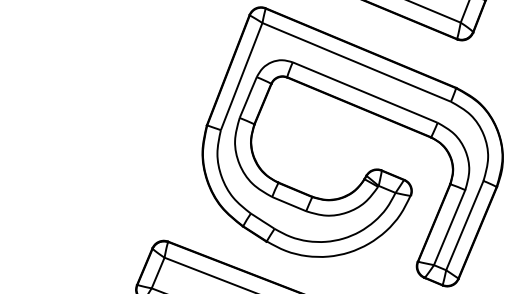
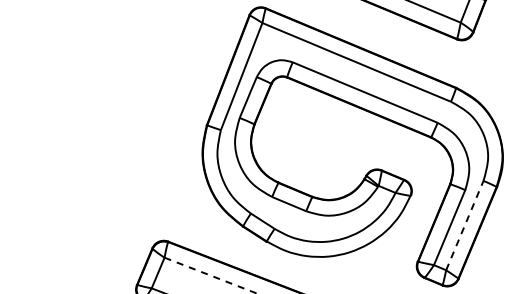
line at (465, 225): solid -> dashed
line at (210, 275): solid -> dashed
